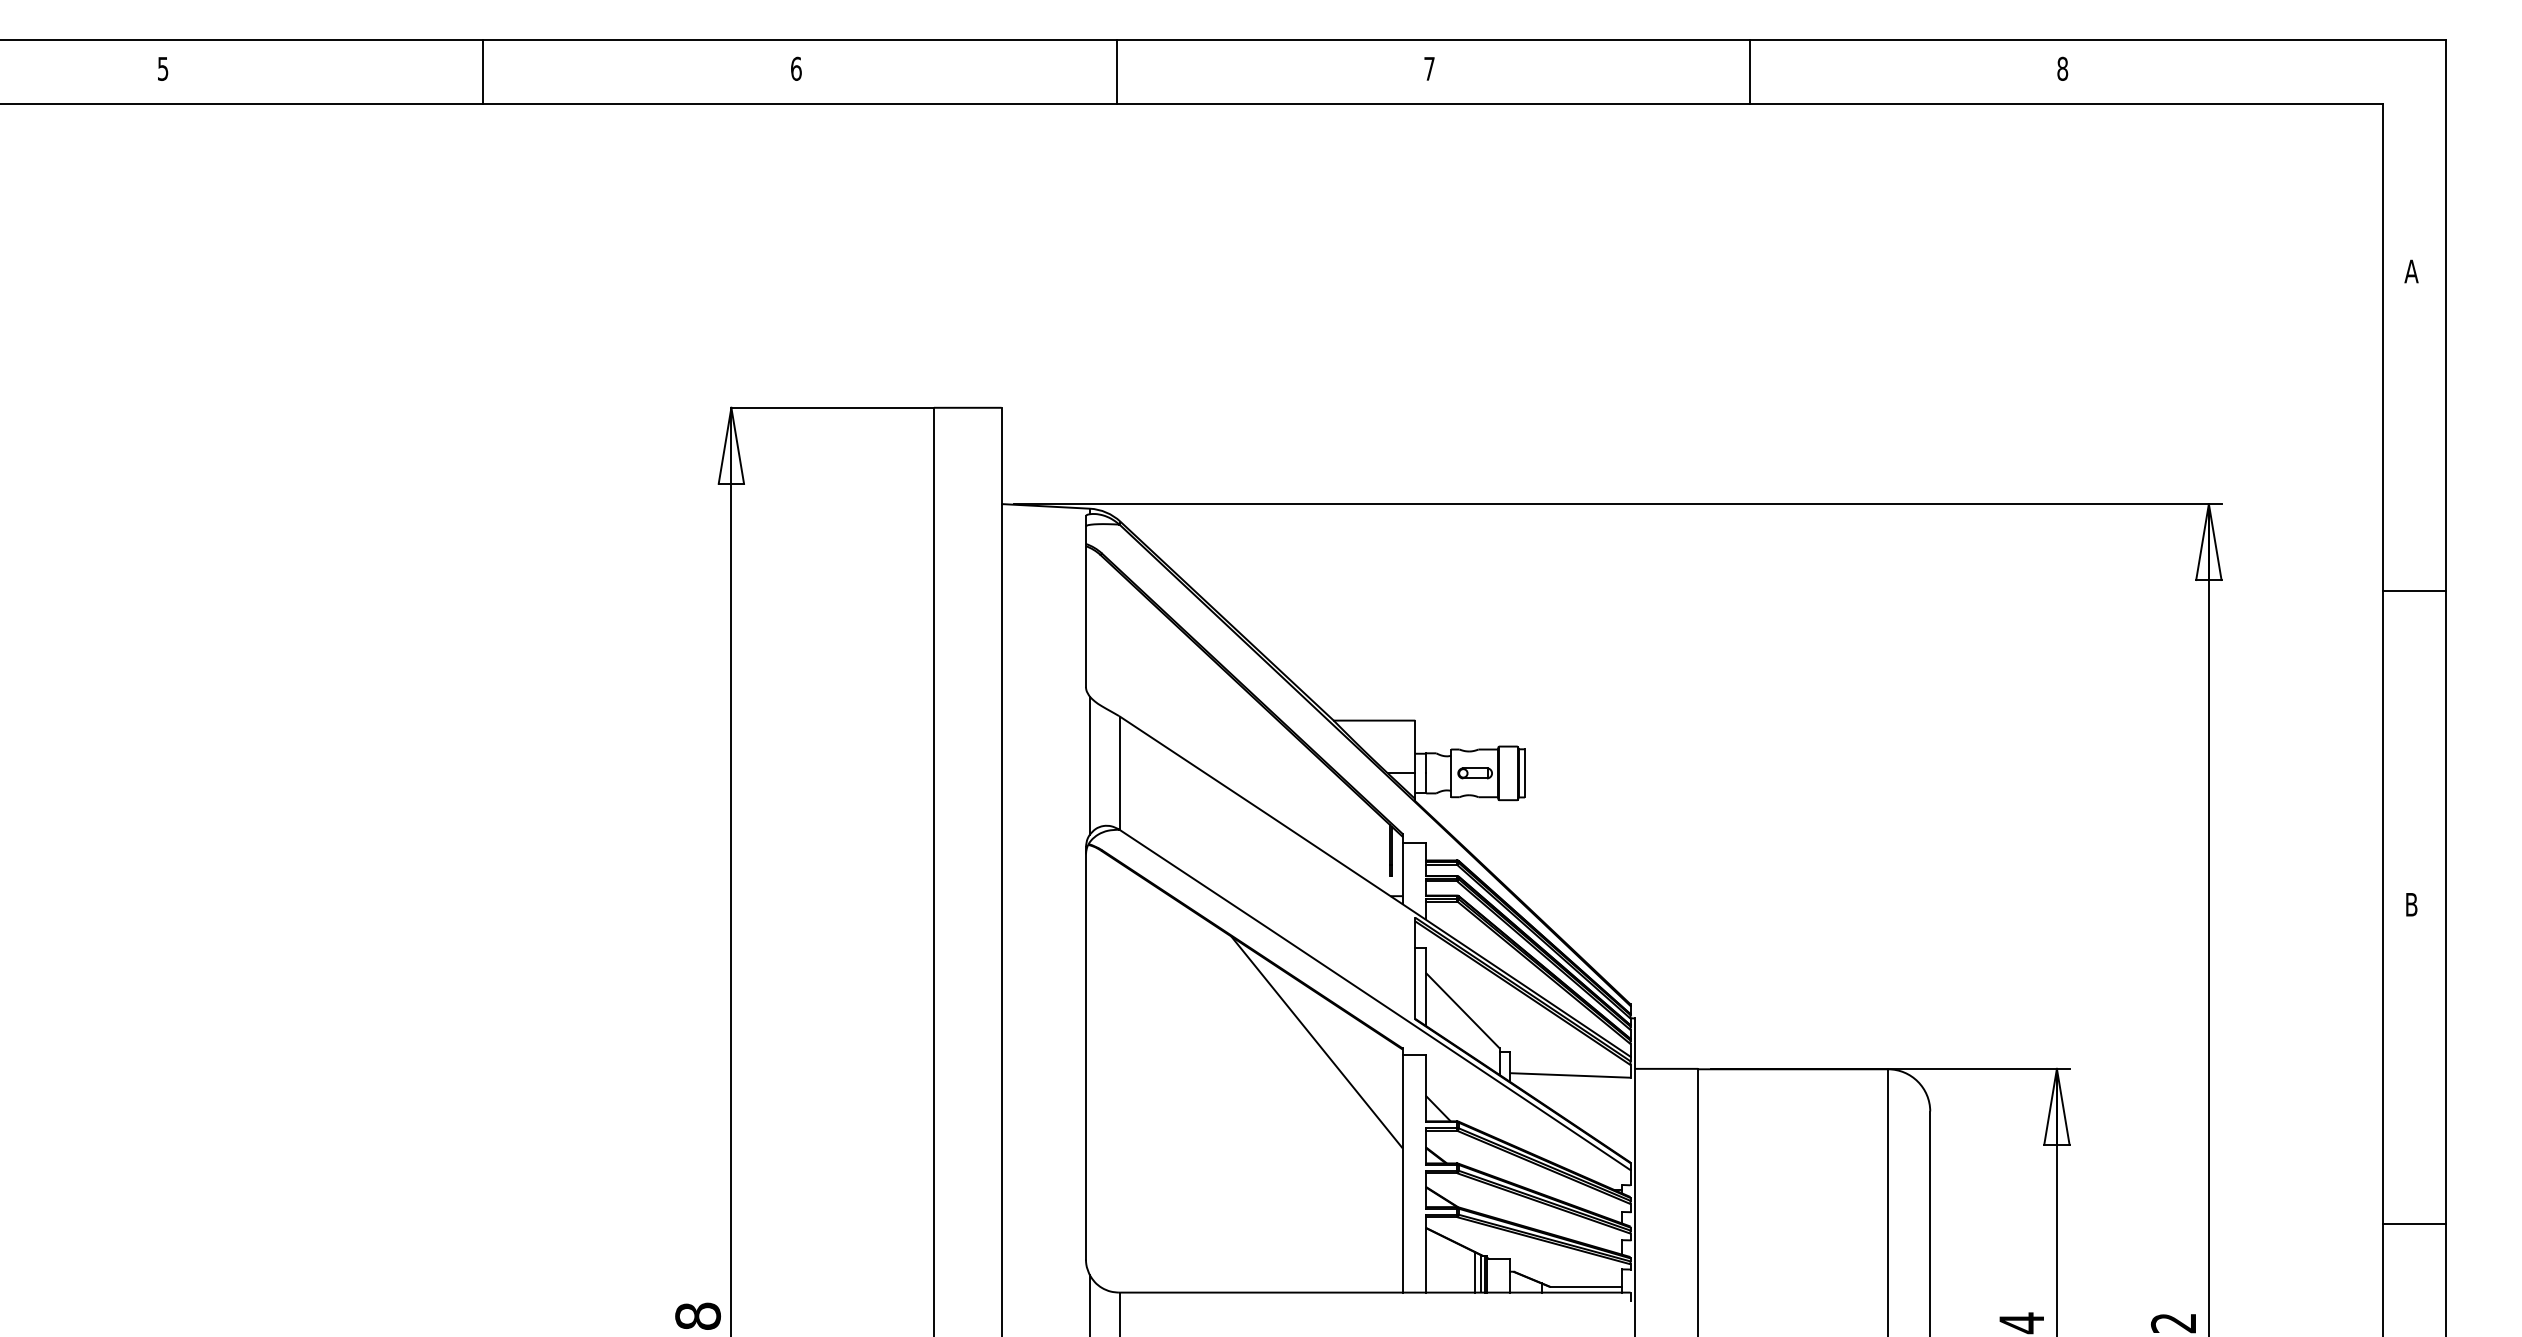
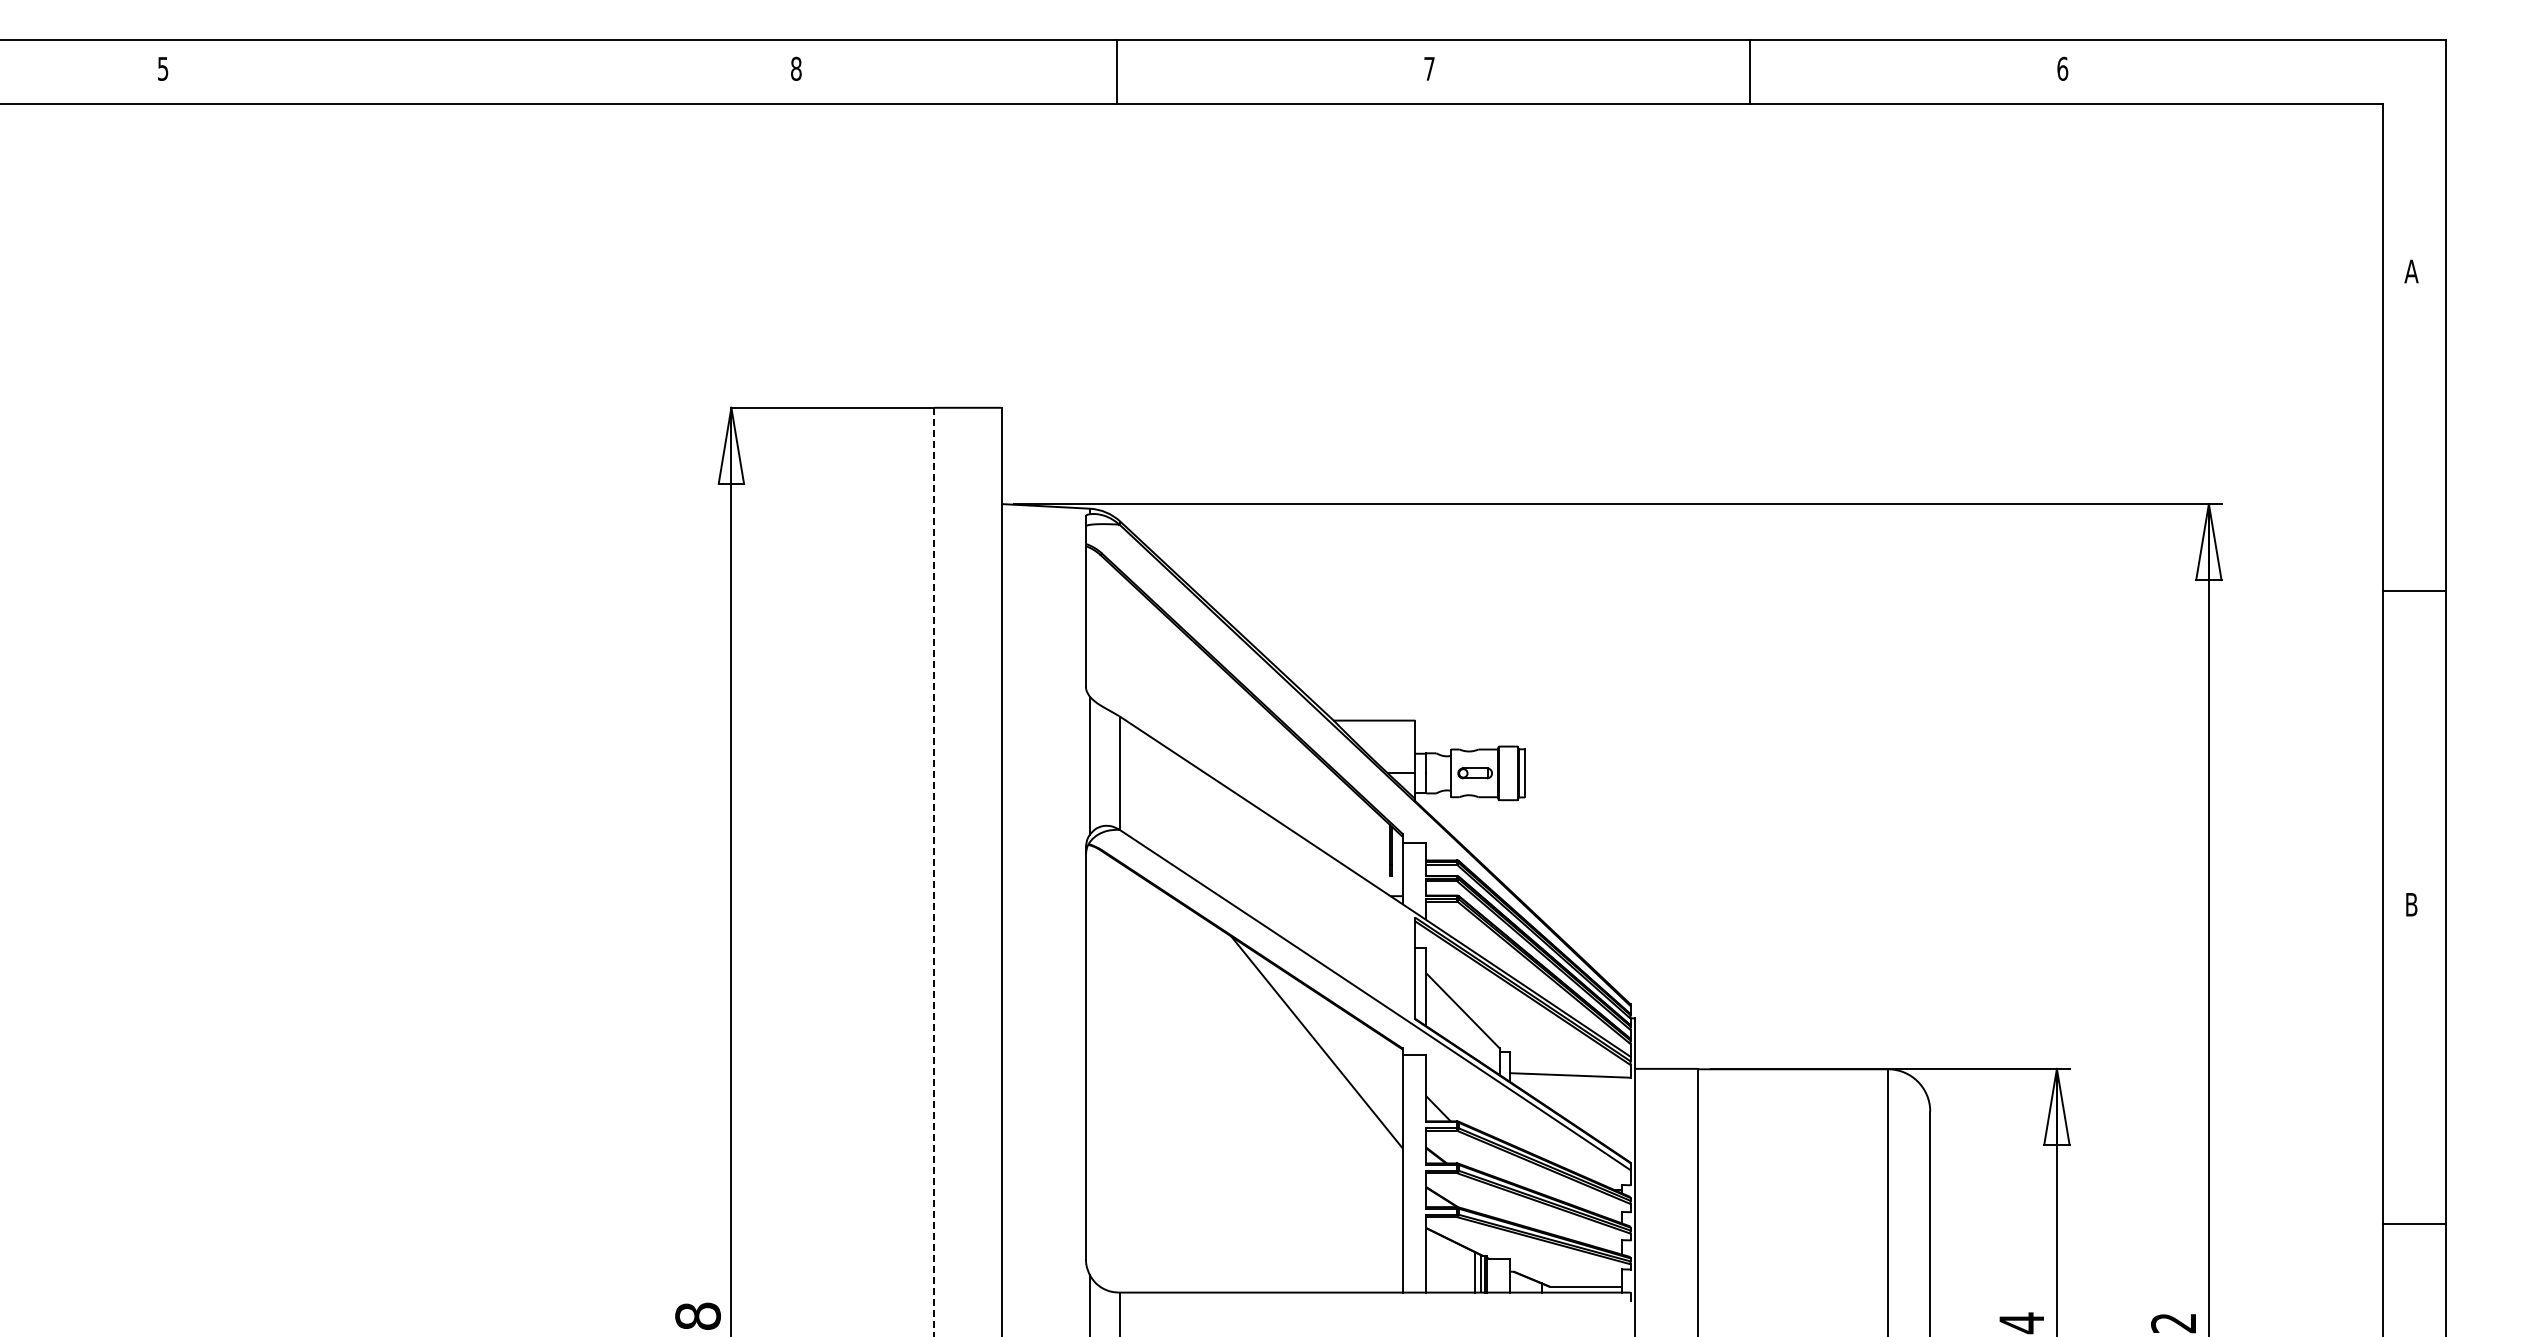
text at (796, 68): 6 -> 8
text at (2062, 68): 8 -> 6
line at (483, 71): present -> none
line at (934, 872): solid -> dashed
